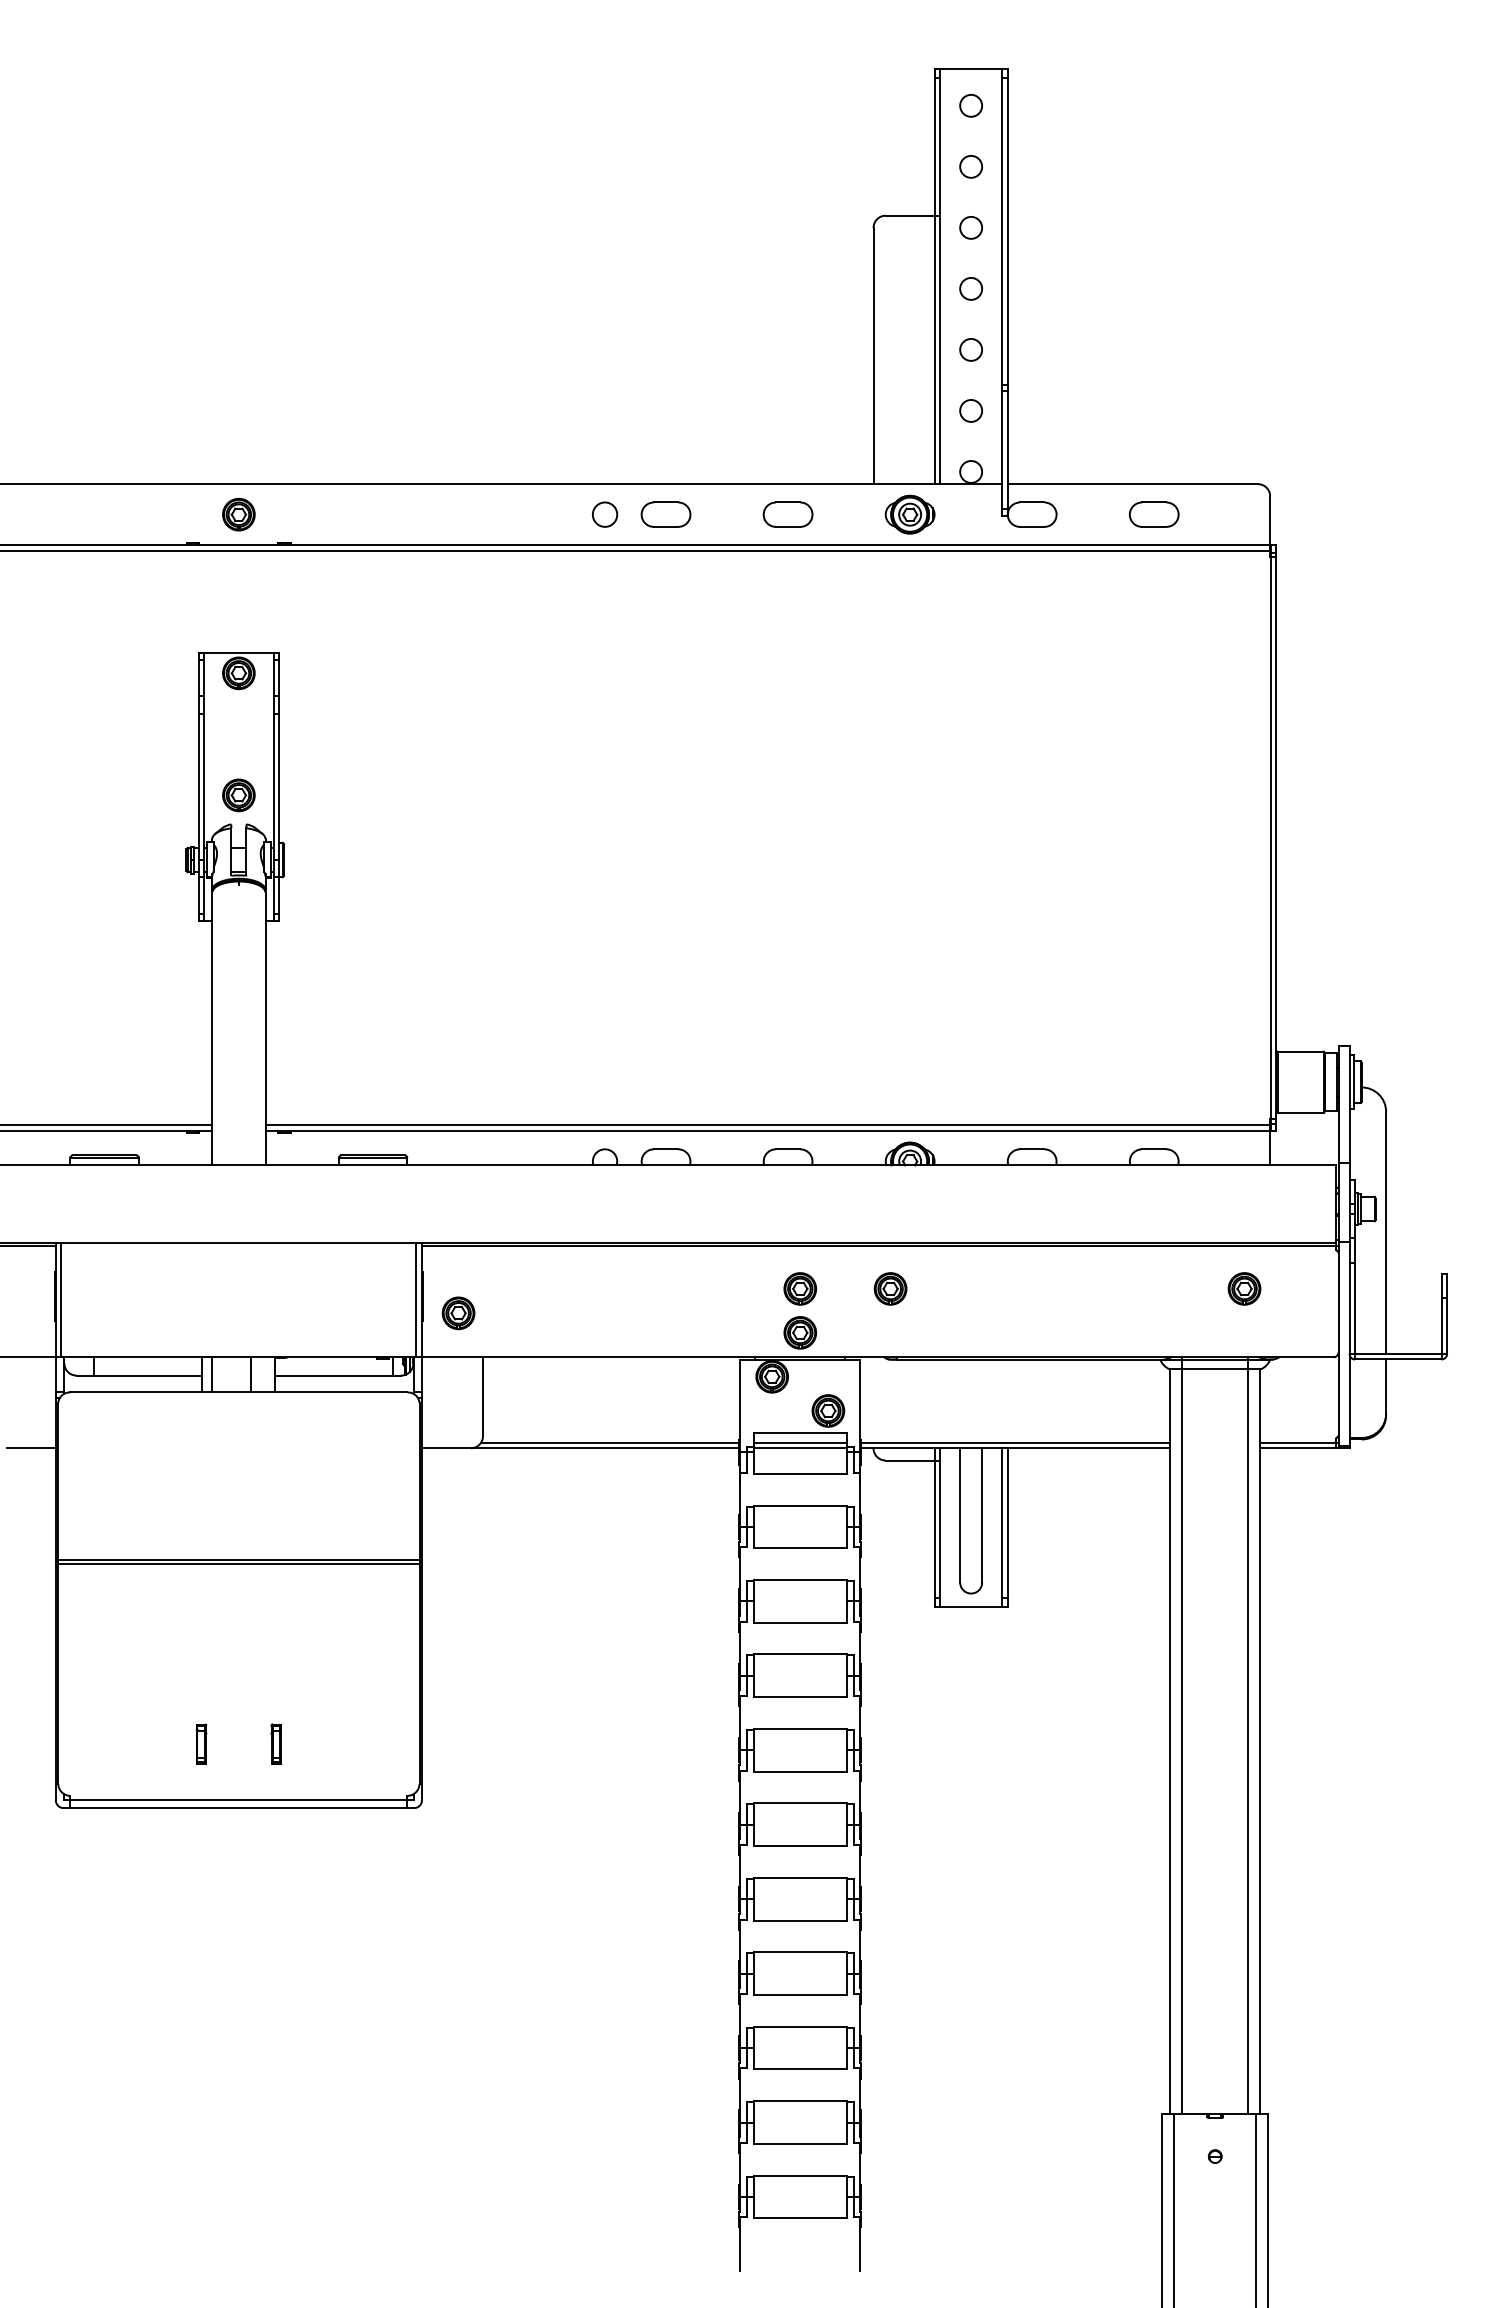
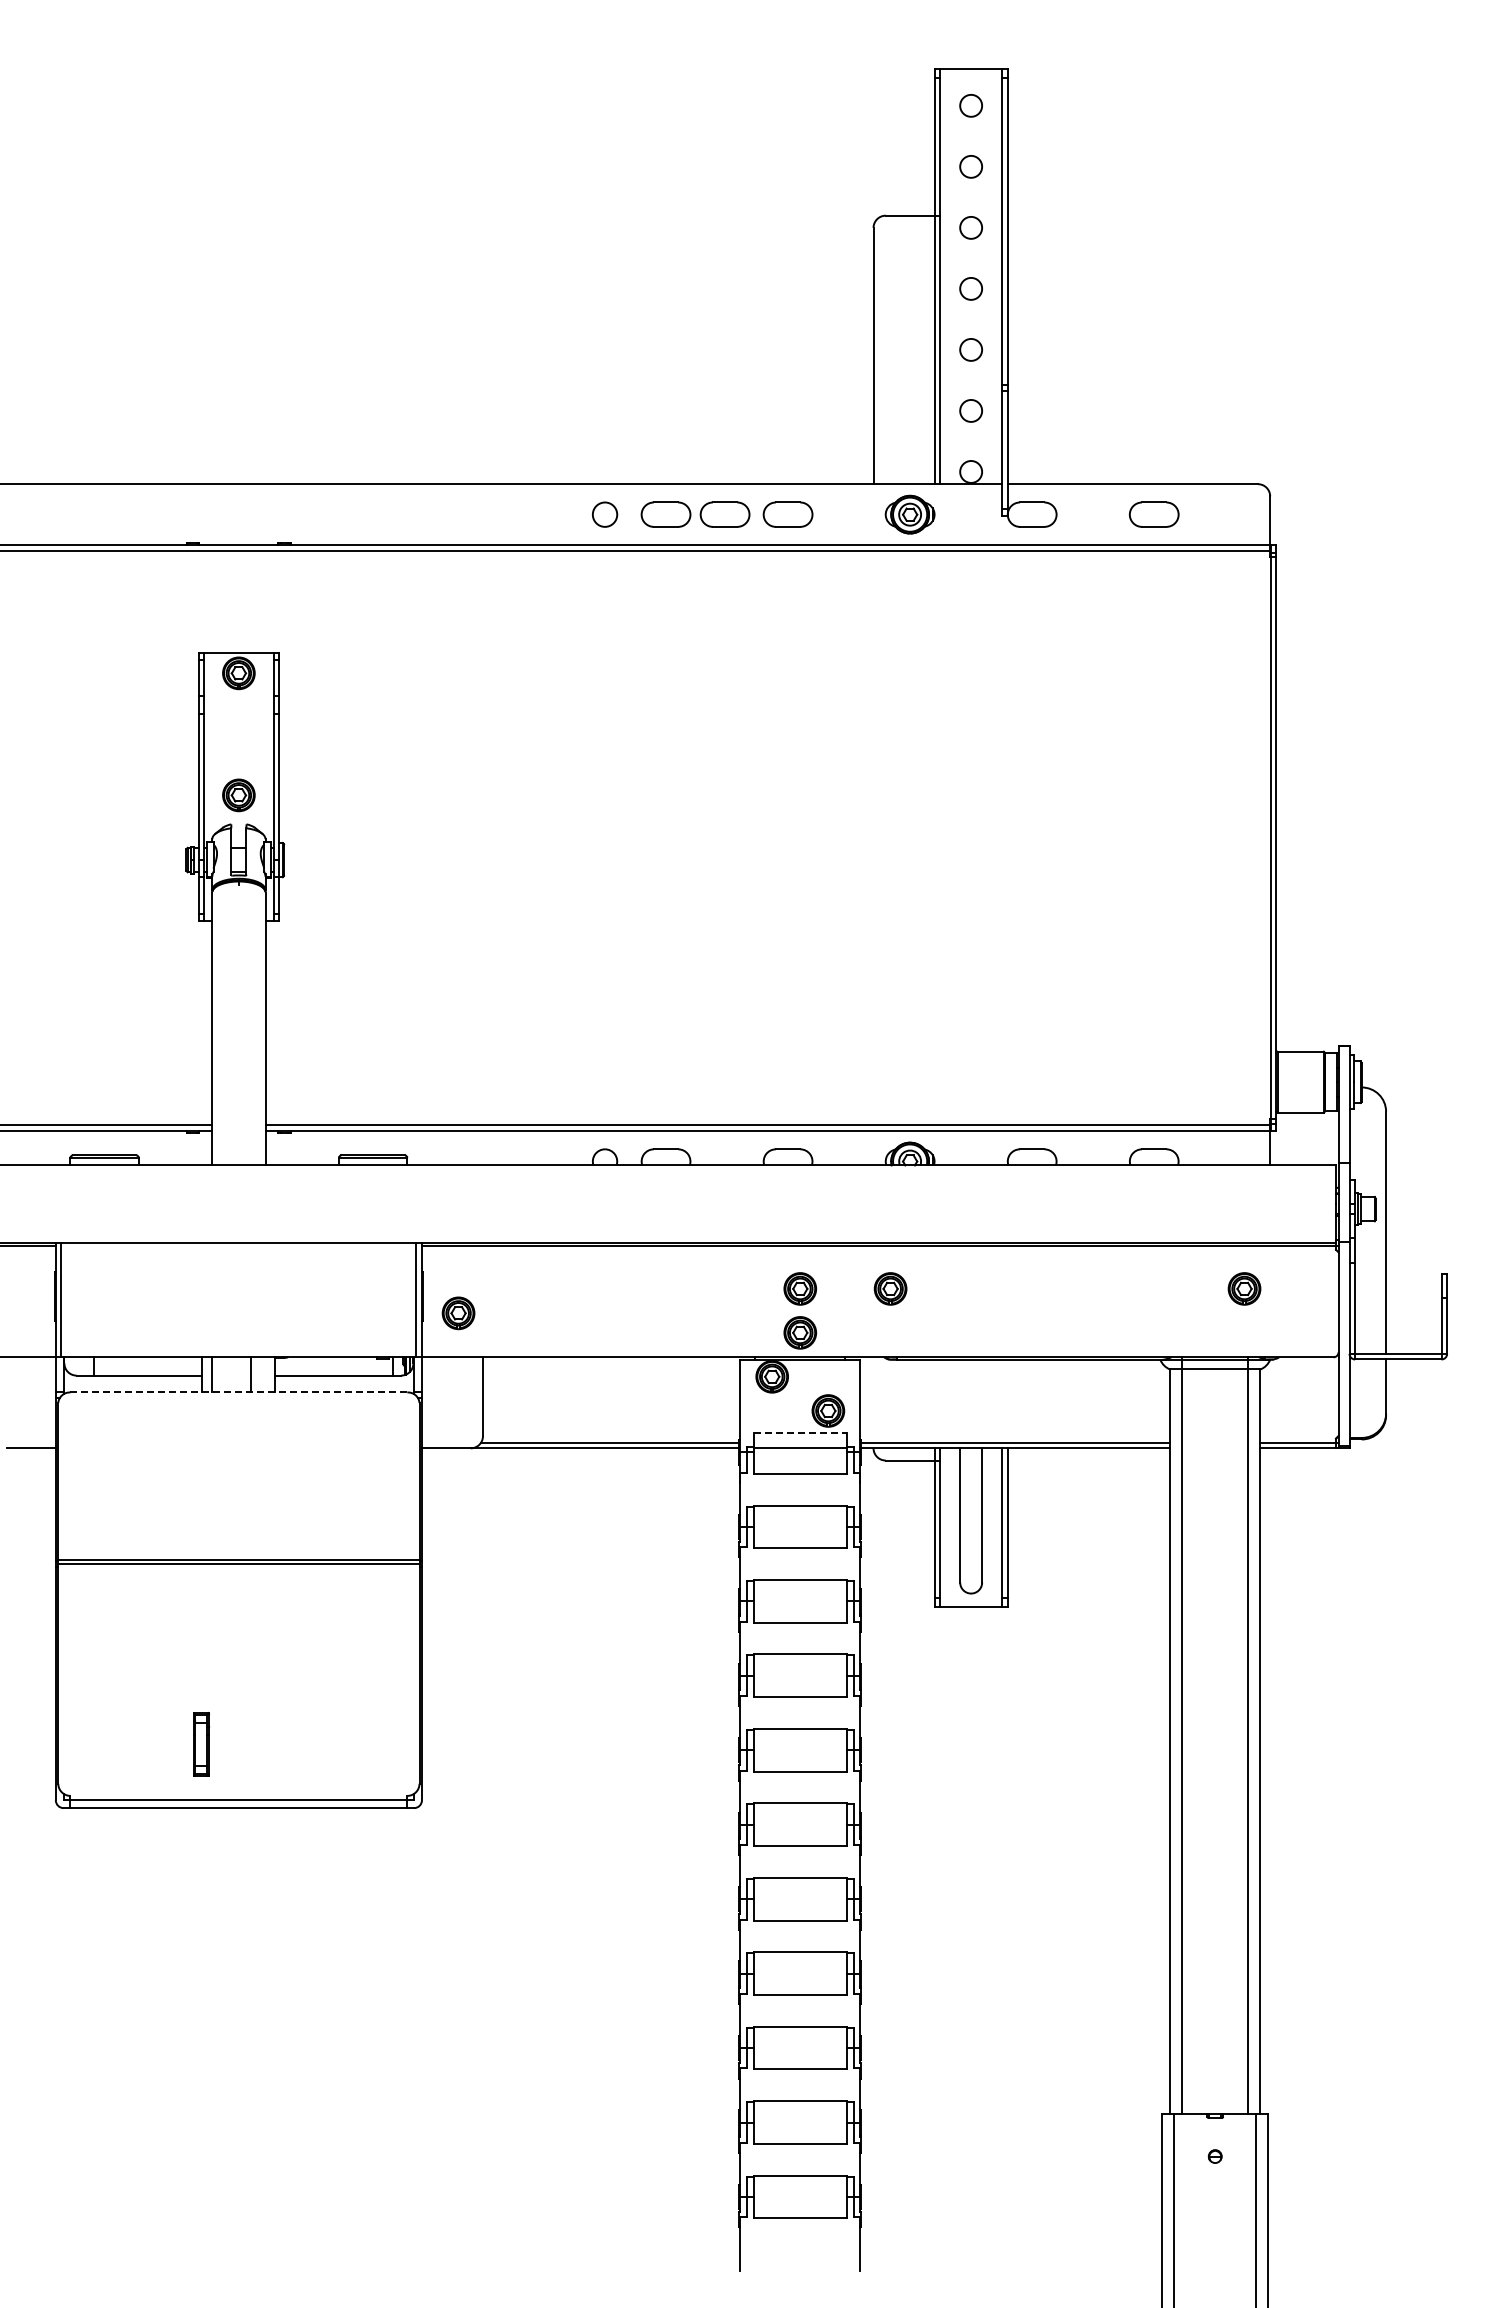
part at (238, 514): present -> none
part at (724, 514): none -> present
line at (239, 1392): solid -> dashed
line at (800, 1432): solid -> dashed
line at (799, 1442): present -> none
part at (201, 1743) size: 13x42 px -> 18x65 px
part at (275, 1743): present -> none
